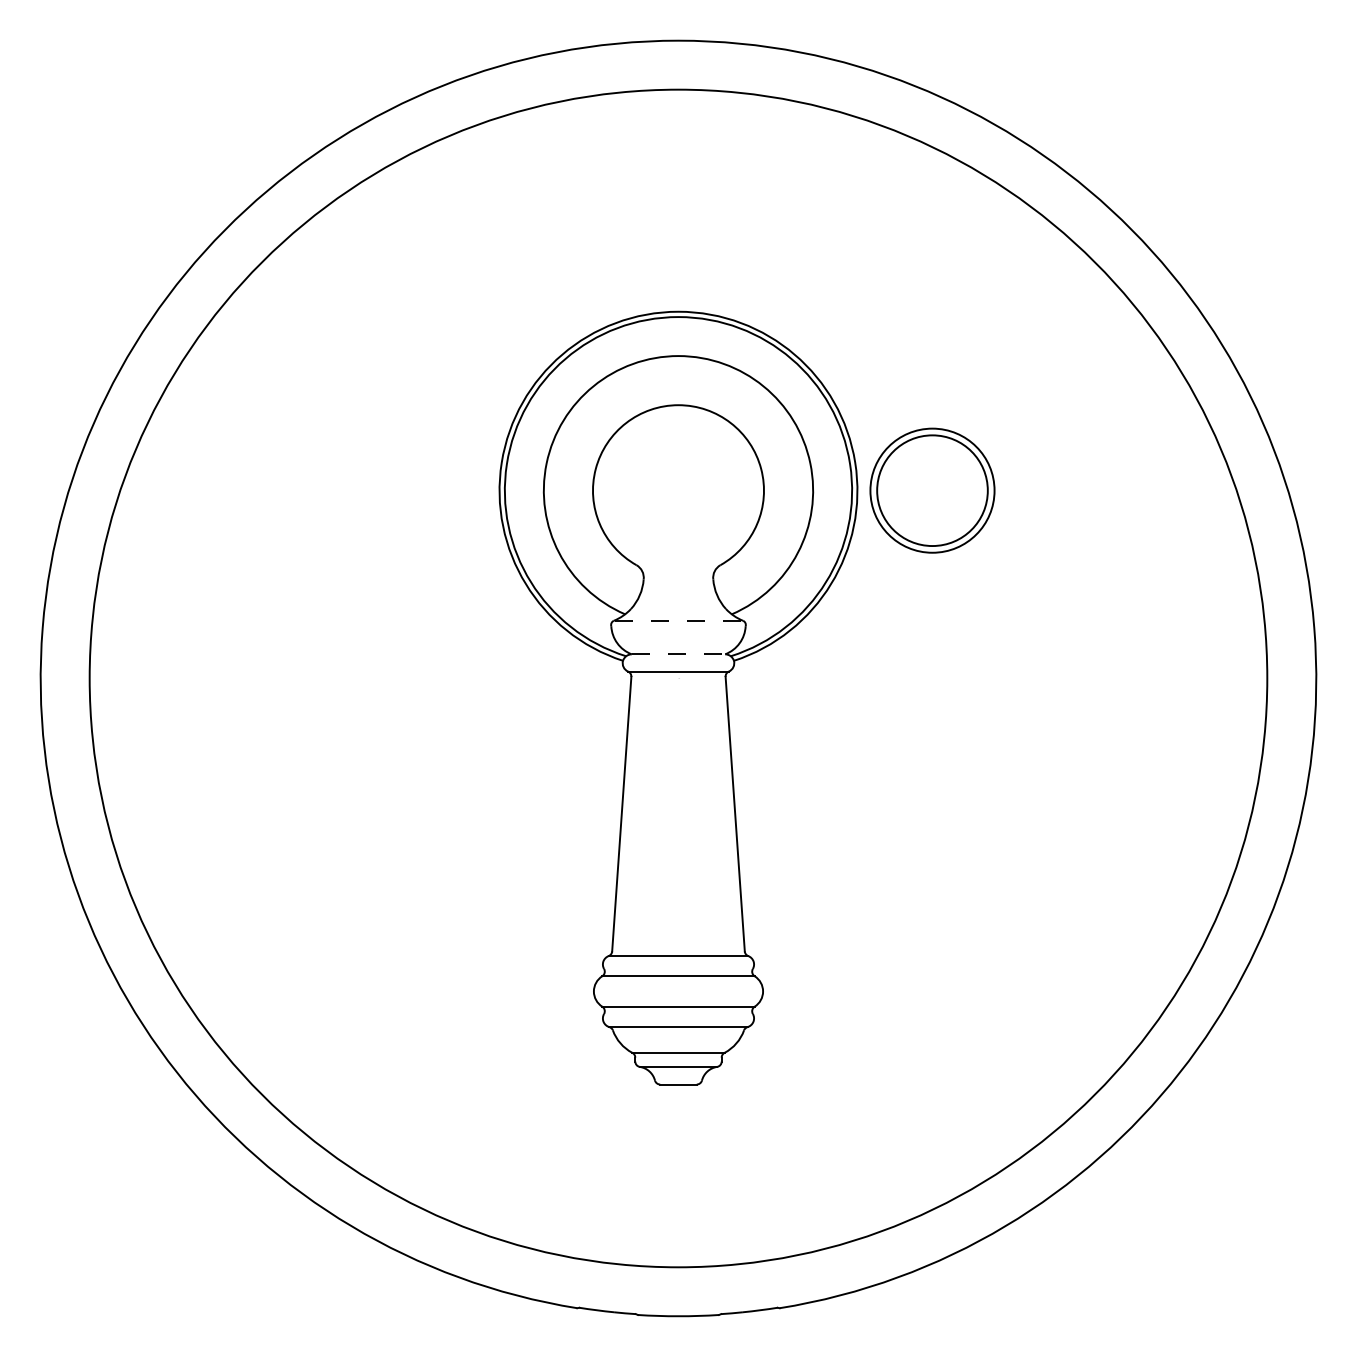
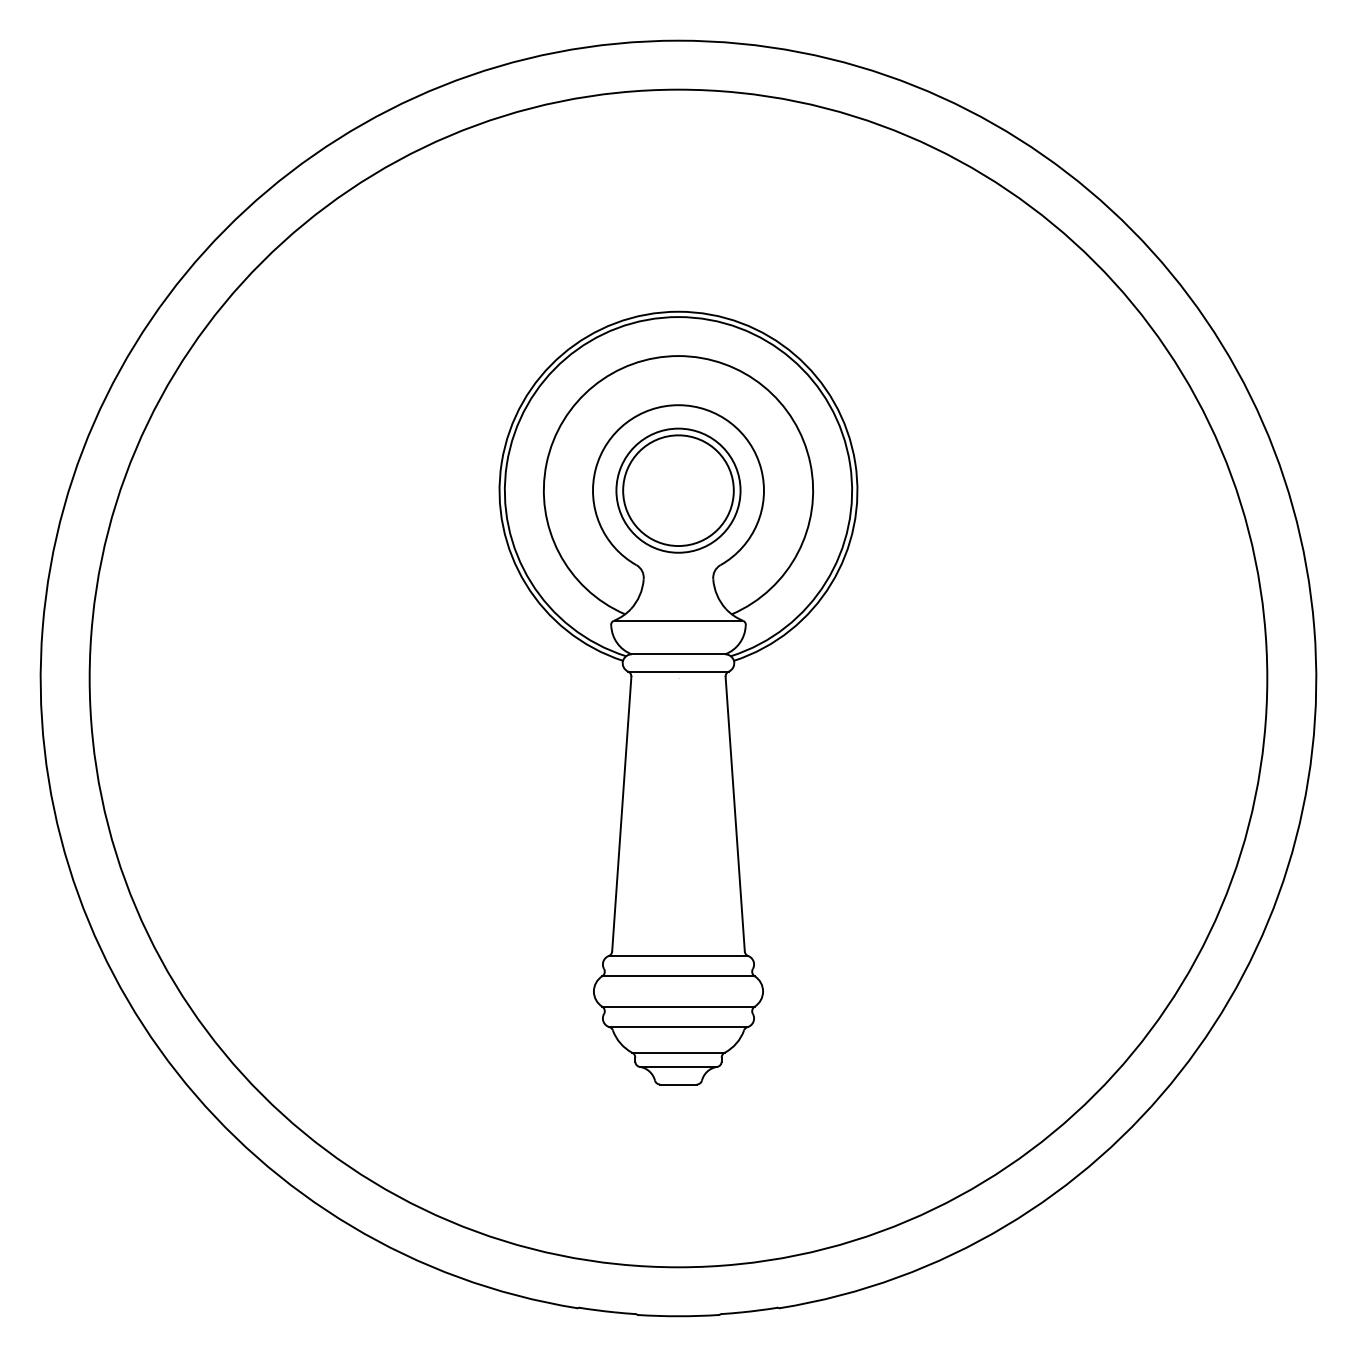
part at (932, 490) position: (932, 490) -> (678, 490)
line at (678, 620): dashed -> solid
line at (678, 654): dashed -> solid
